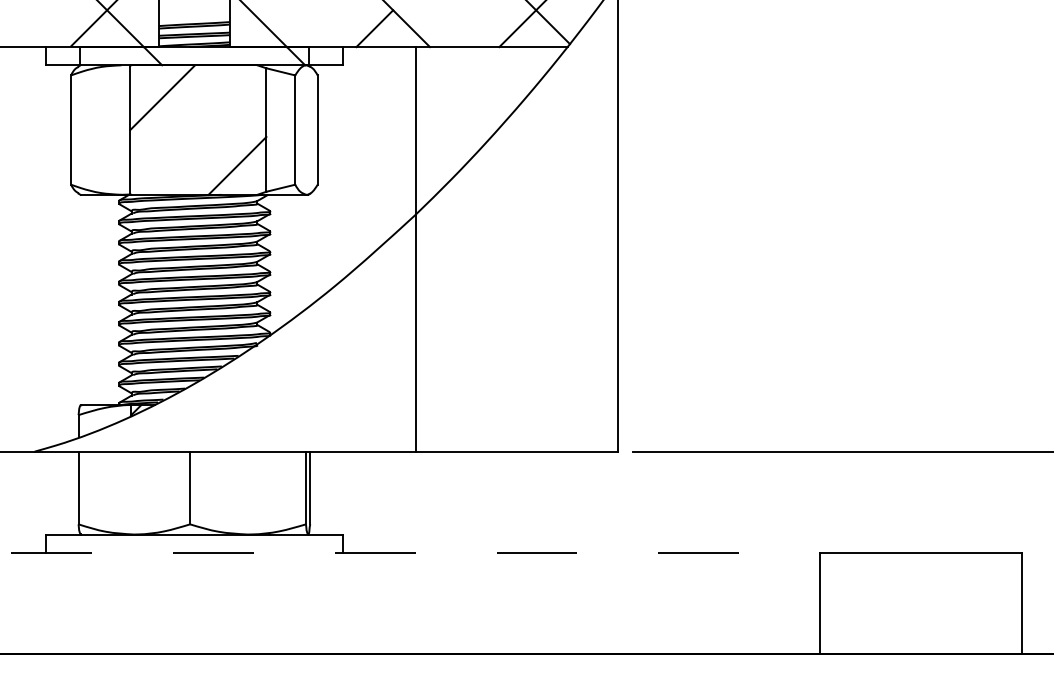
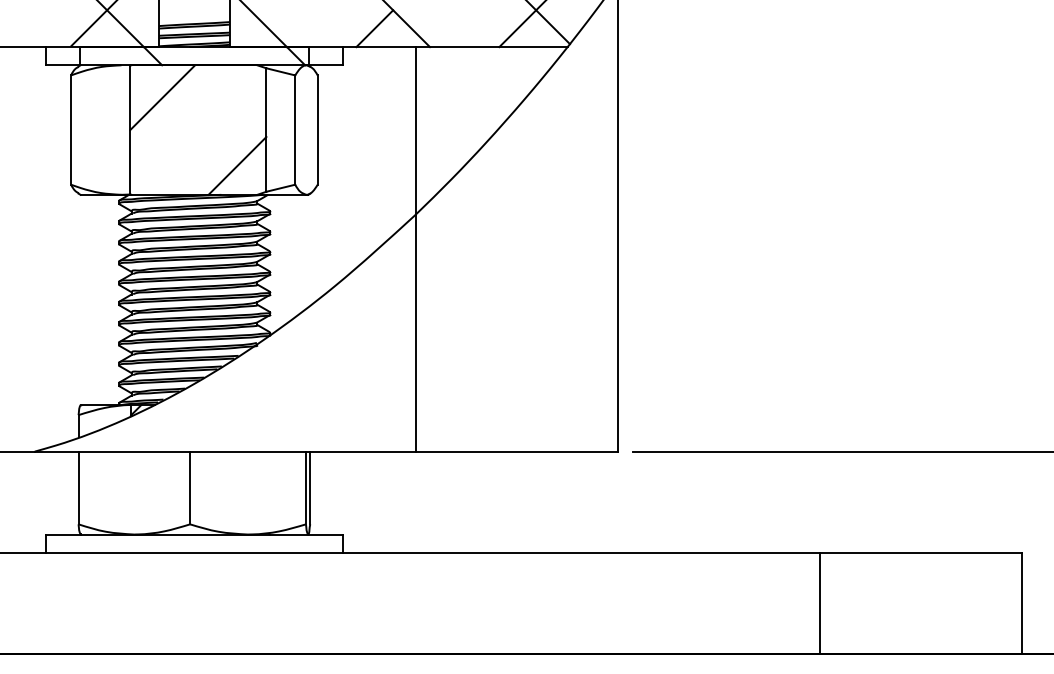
line at (410, 552): dashed -> solid
